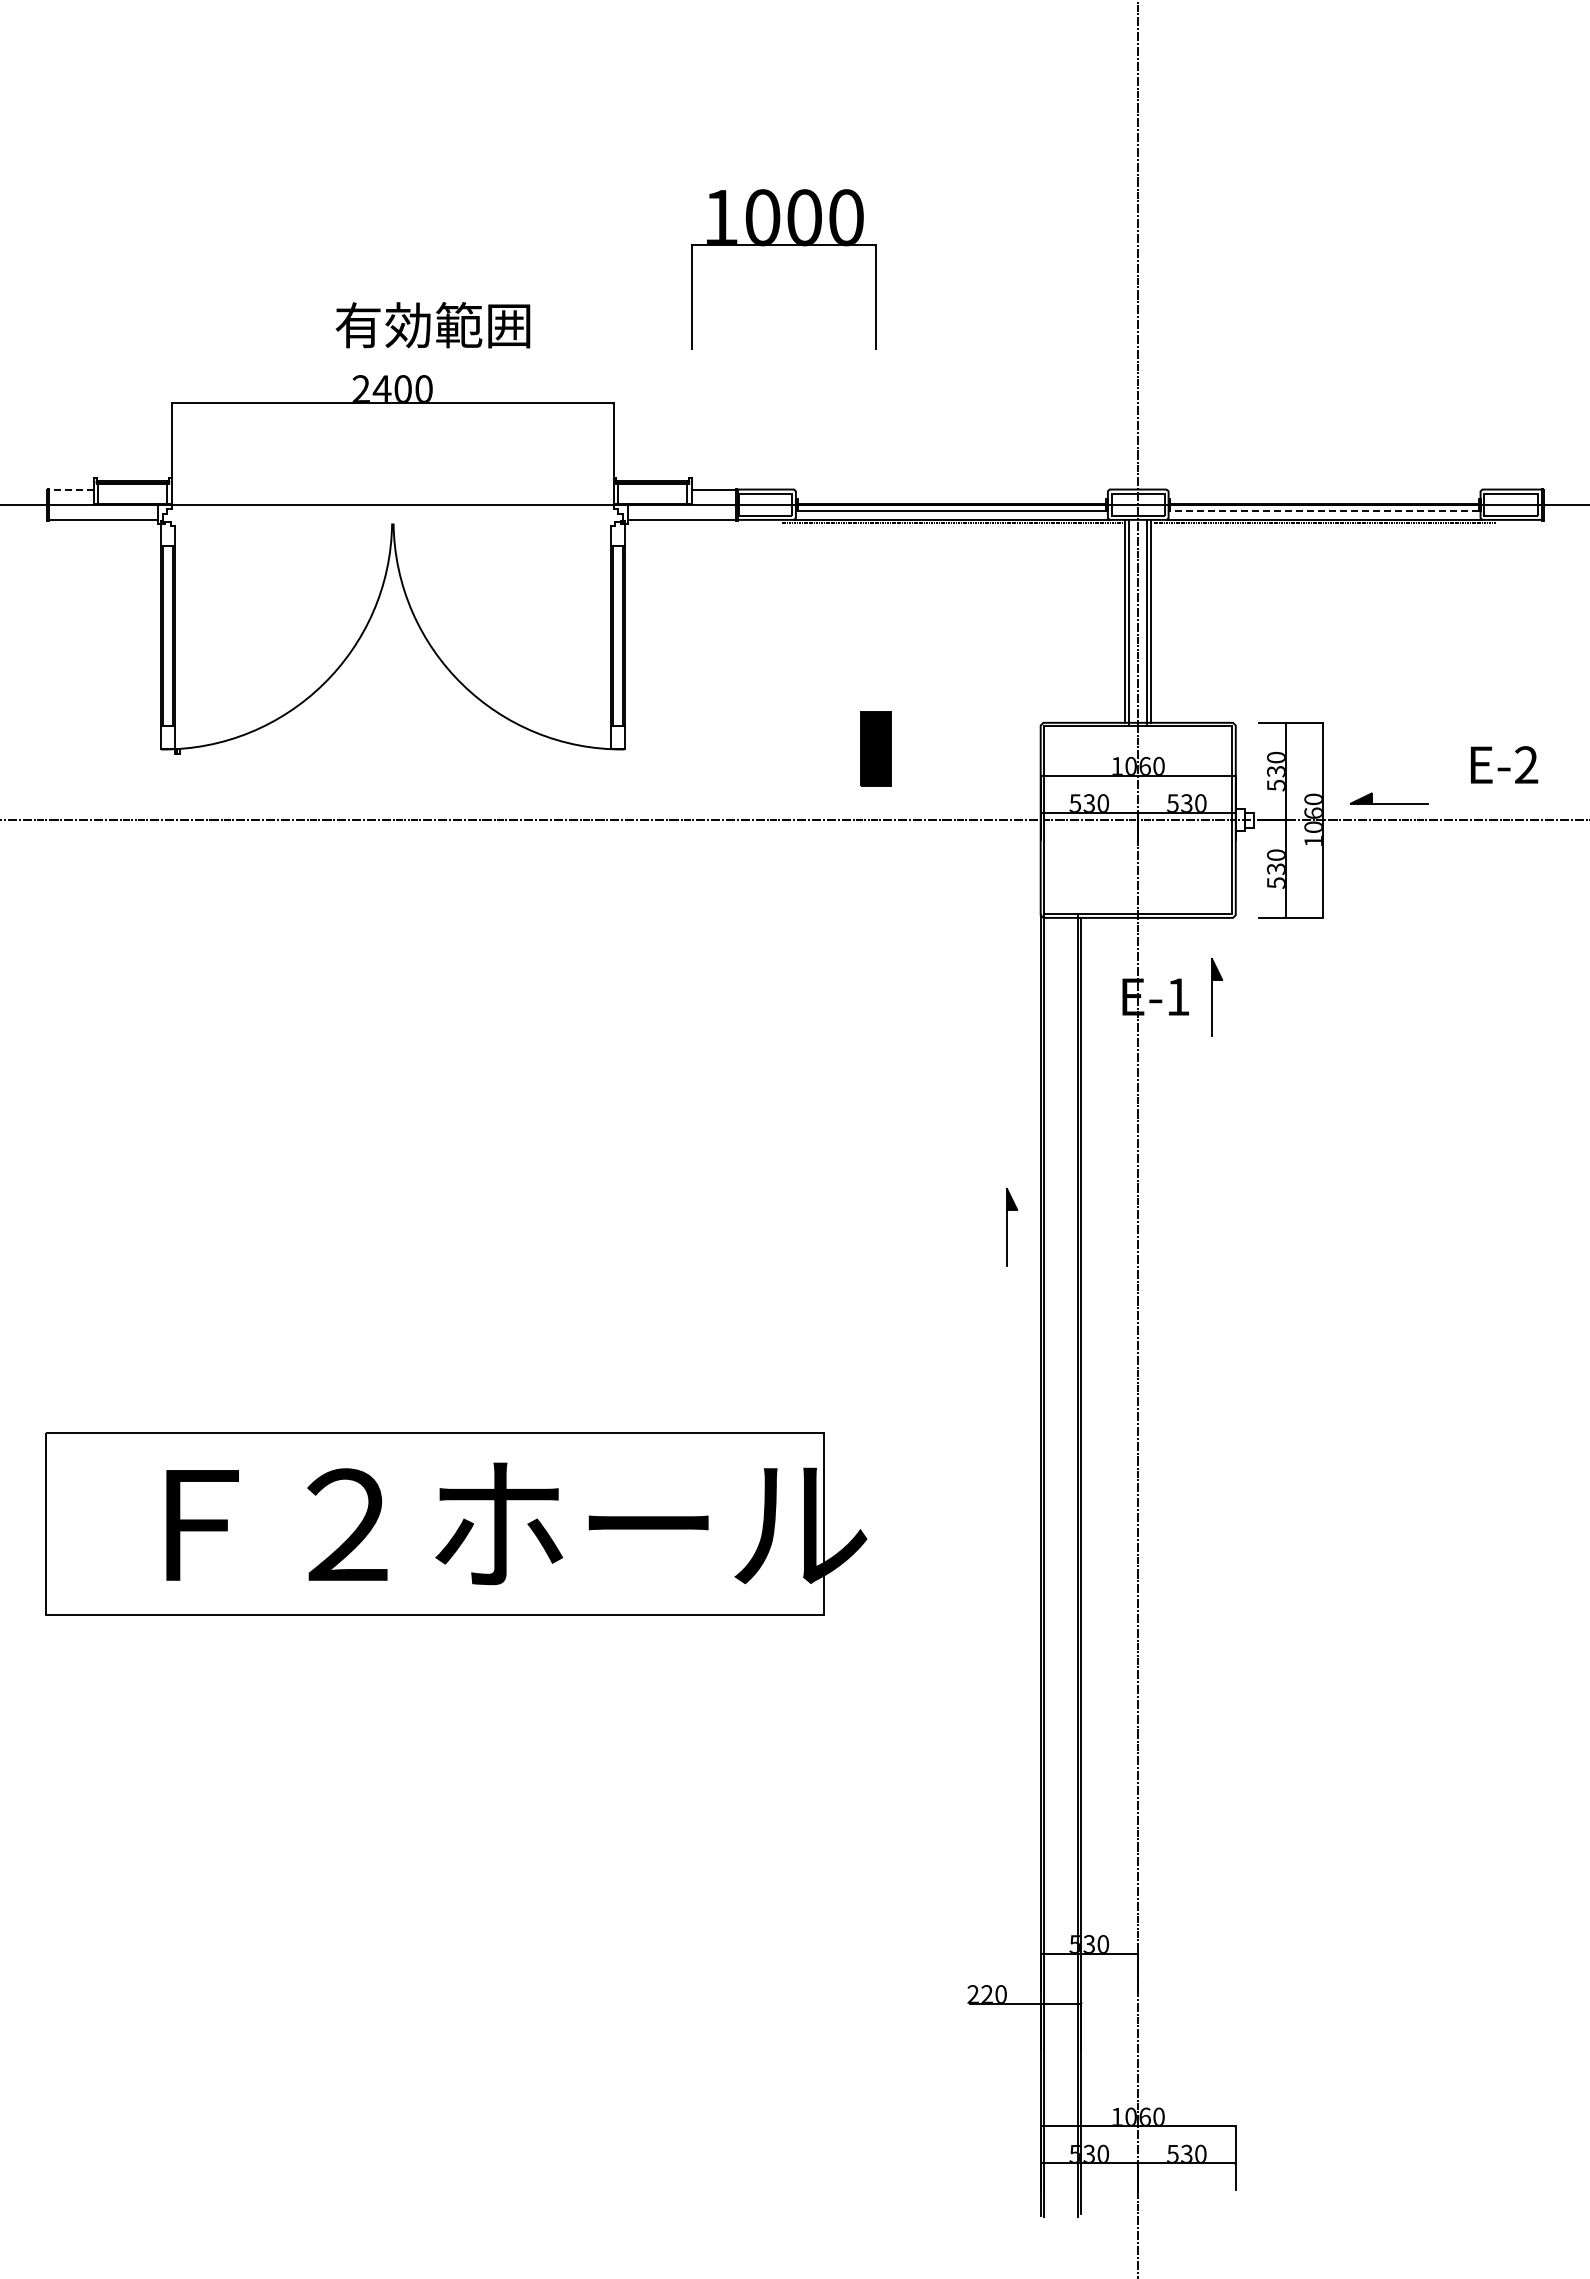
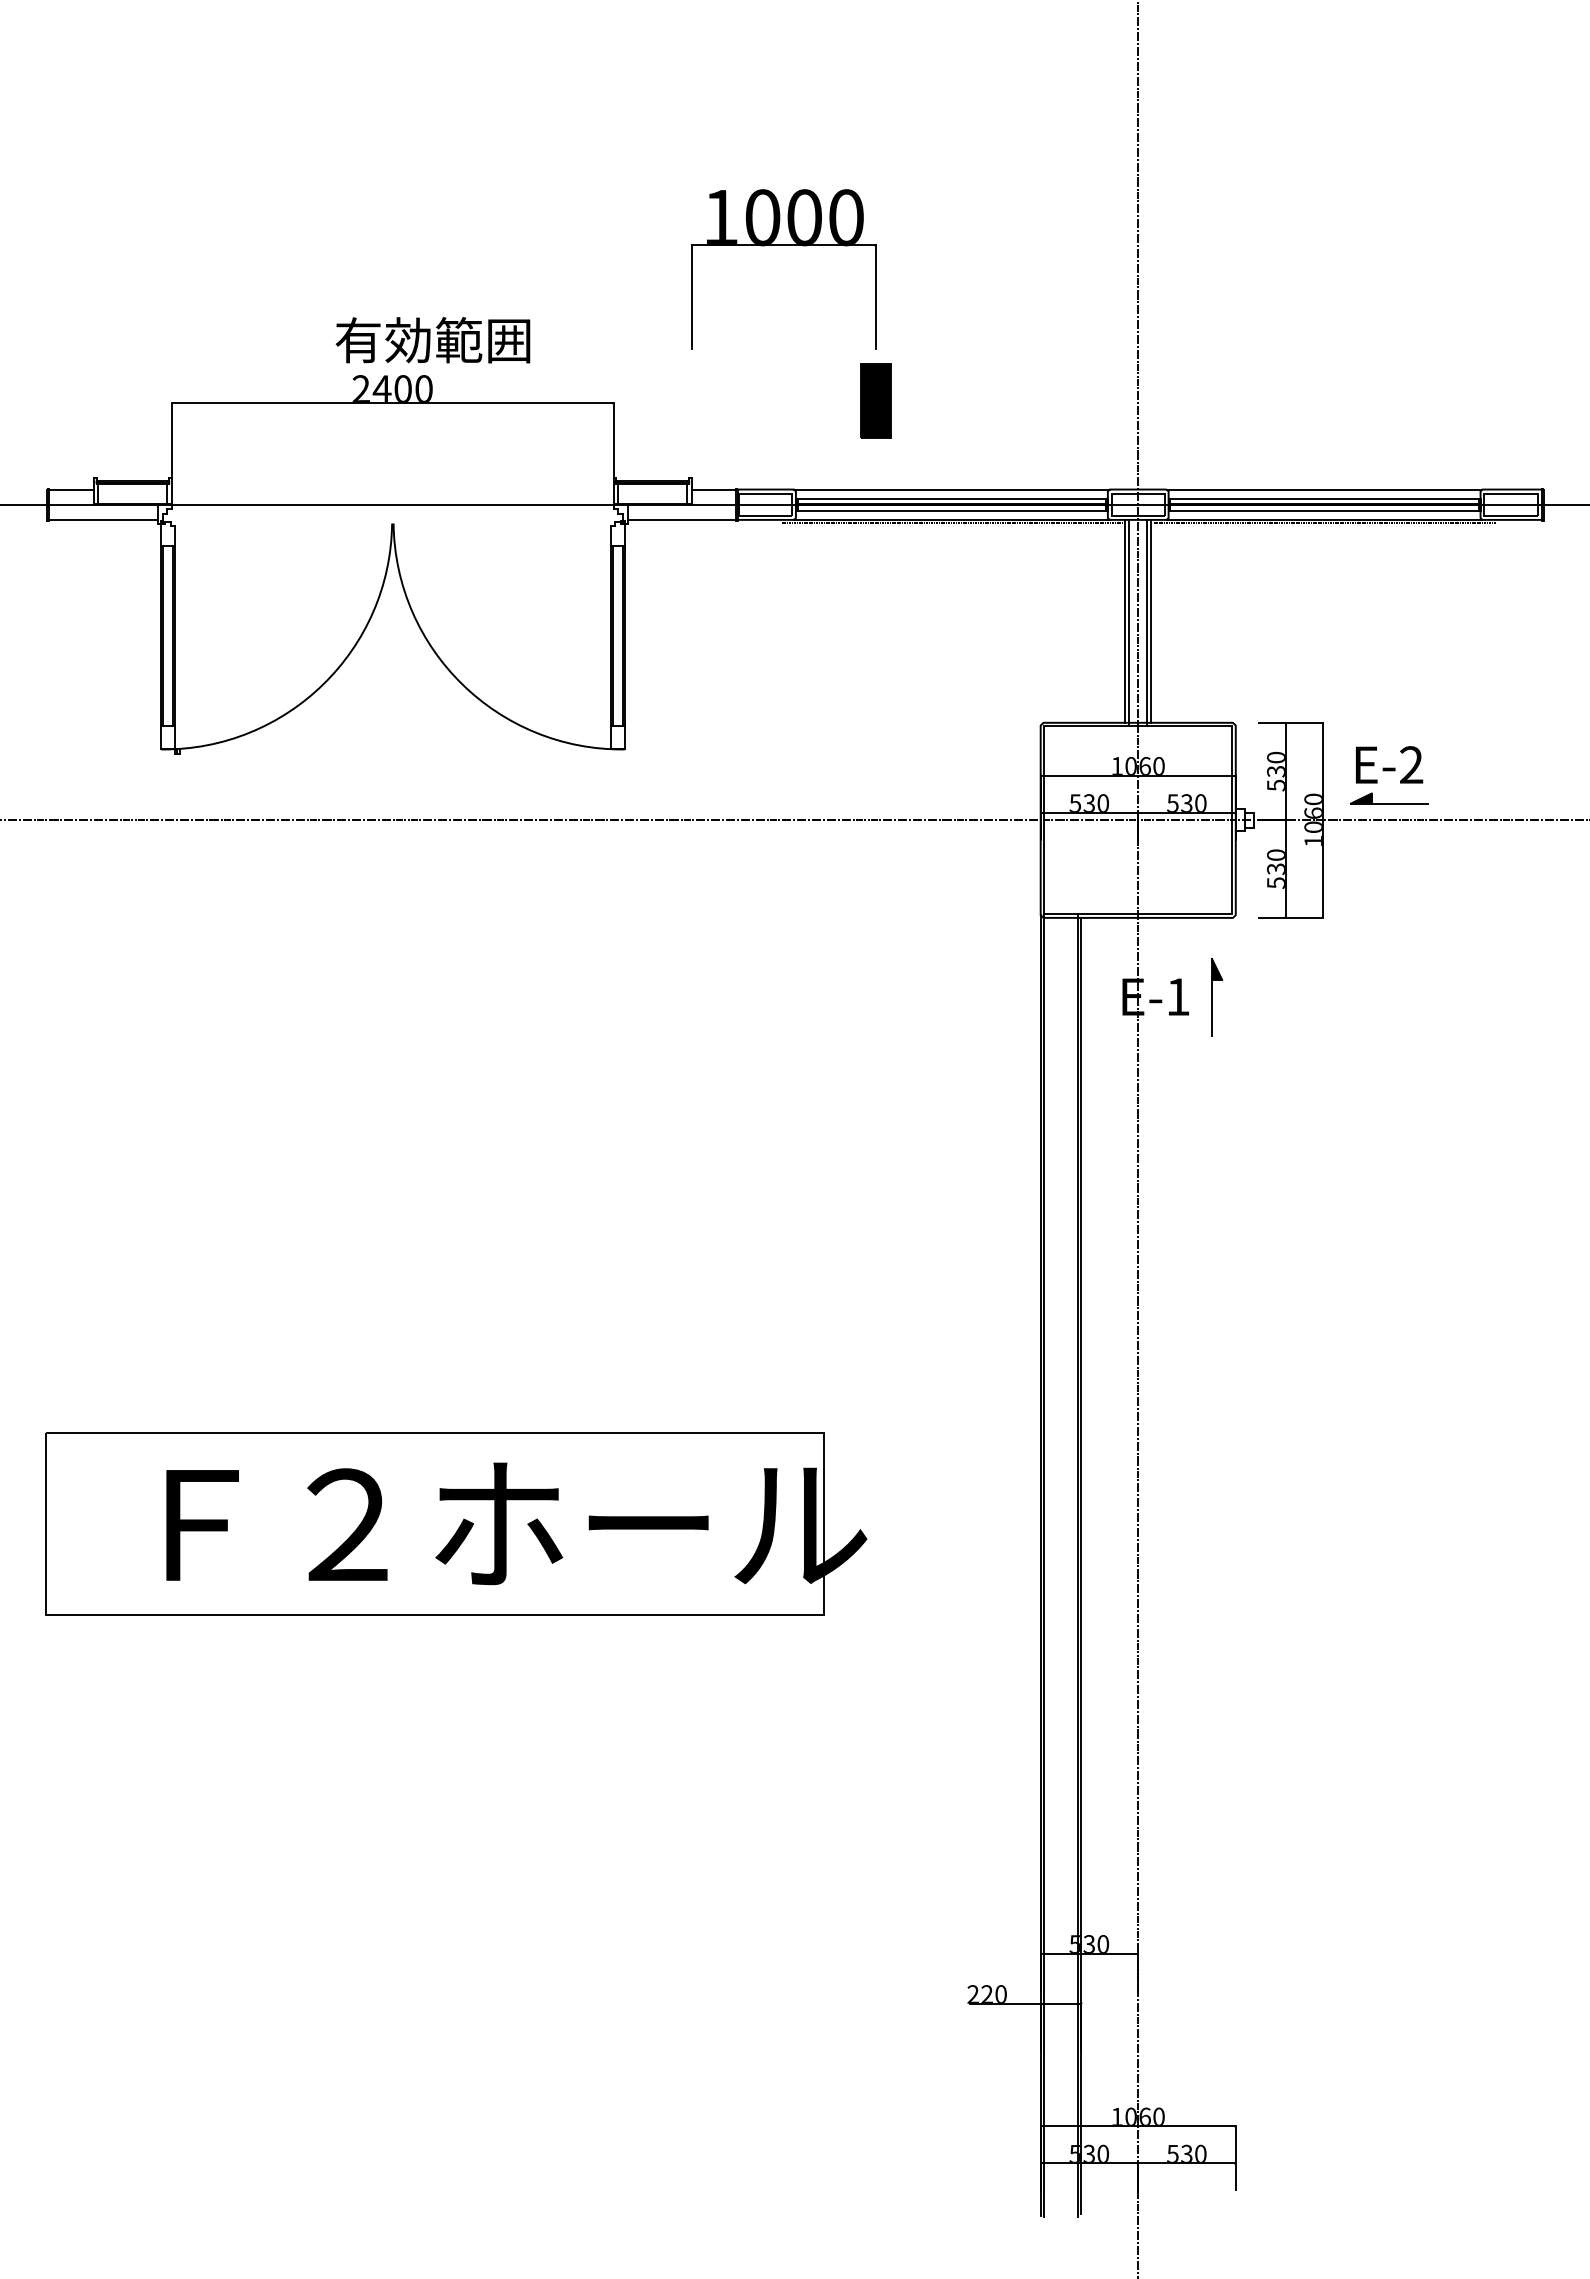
text at (432, 325) position: (432, 325) -> (432, 340)
line at (71, 489): dashed -> solid
line at (951, 489): none -> present
line at (1324, 489): none -> present
line at (951, 498): none -> present
line at (1324, 498): none -> present
line at (1324, 510): dashed -> solid
part at (875, 748) position: (875, 748) -> (875, 400)
text at (1504, 764) position: (1504, 764) -> (1389, 764)
part at (1011, 1227): present -> none
